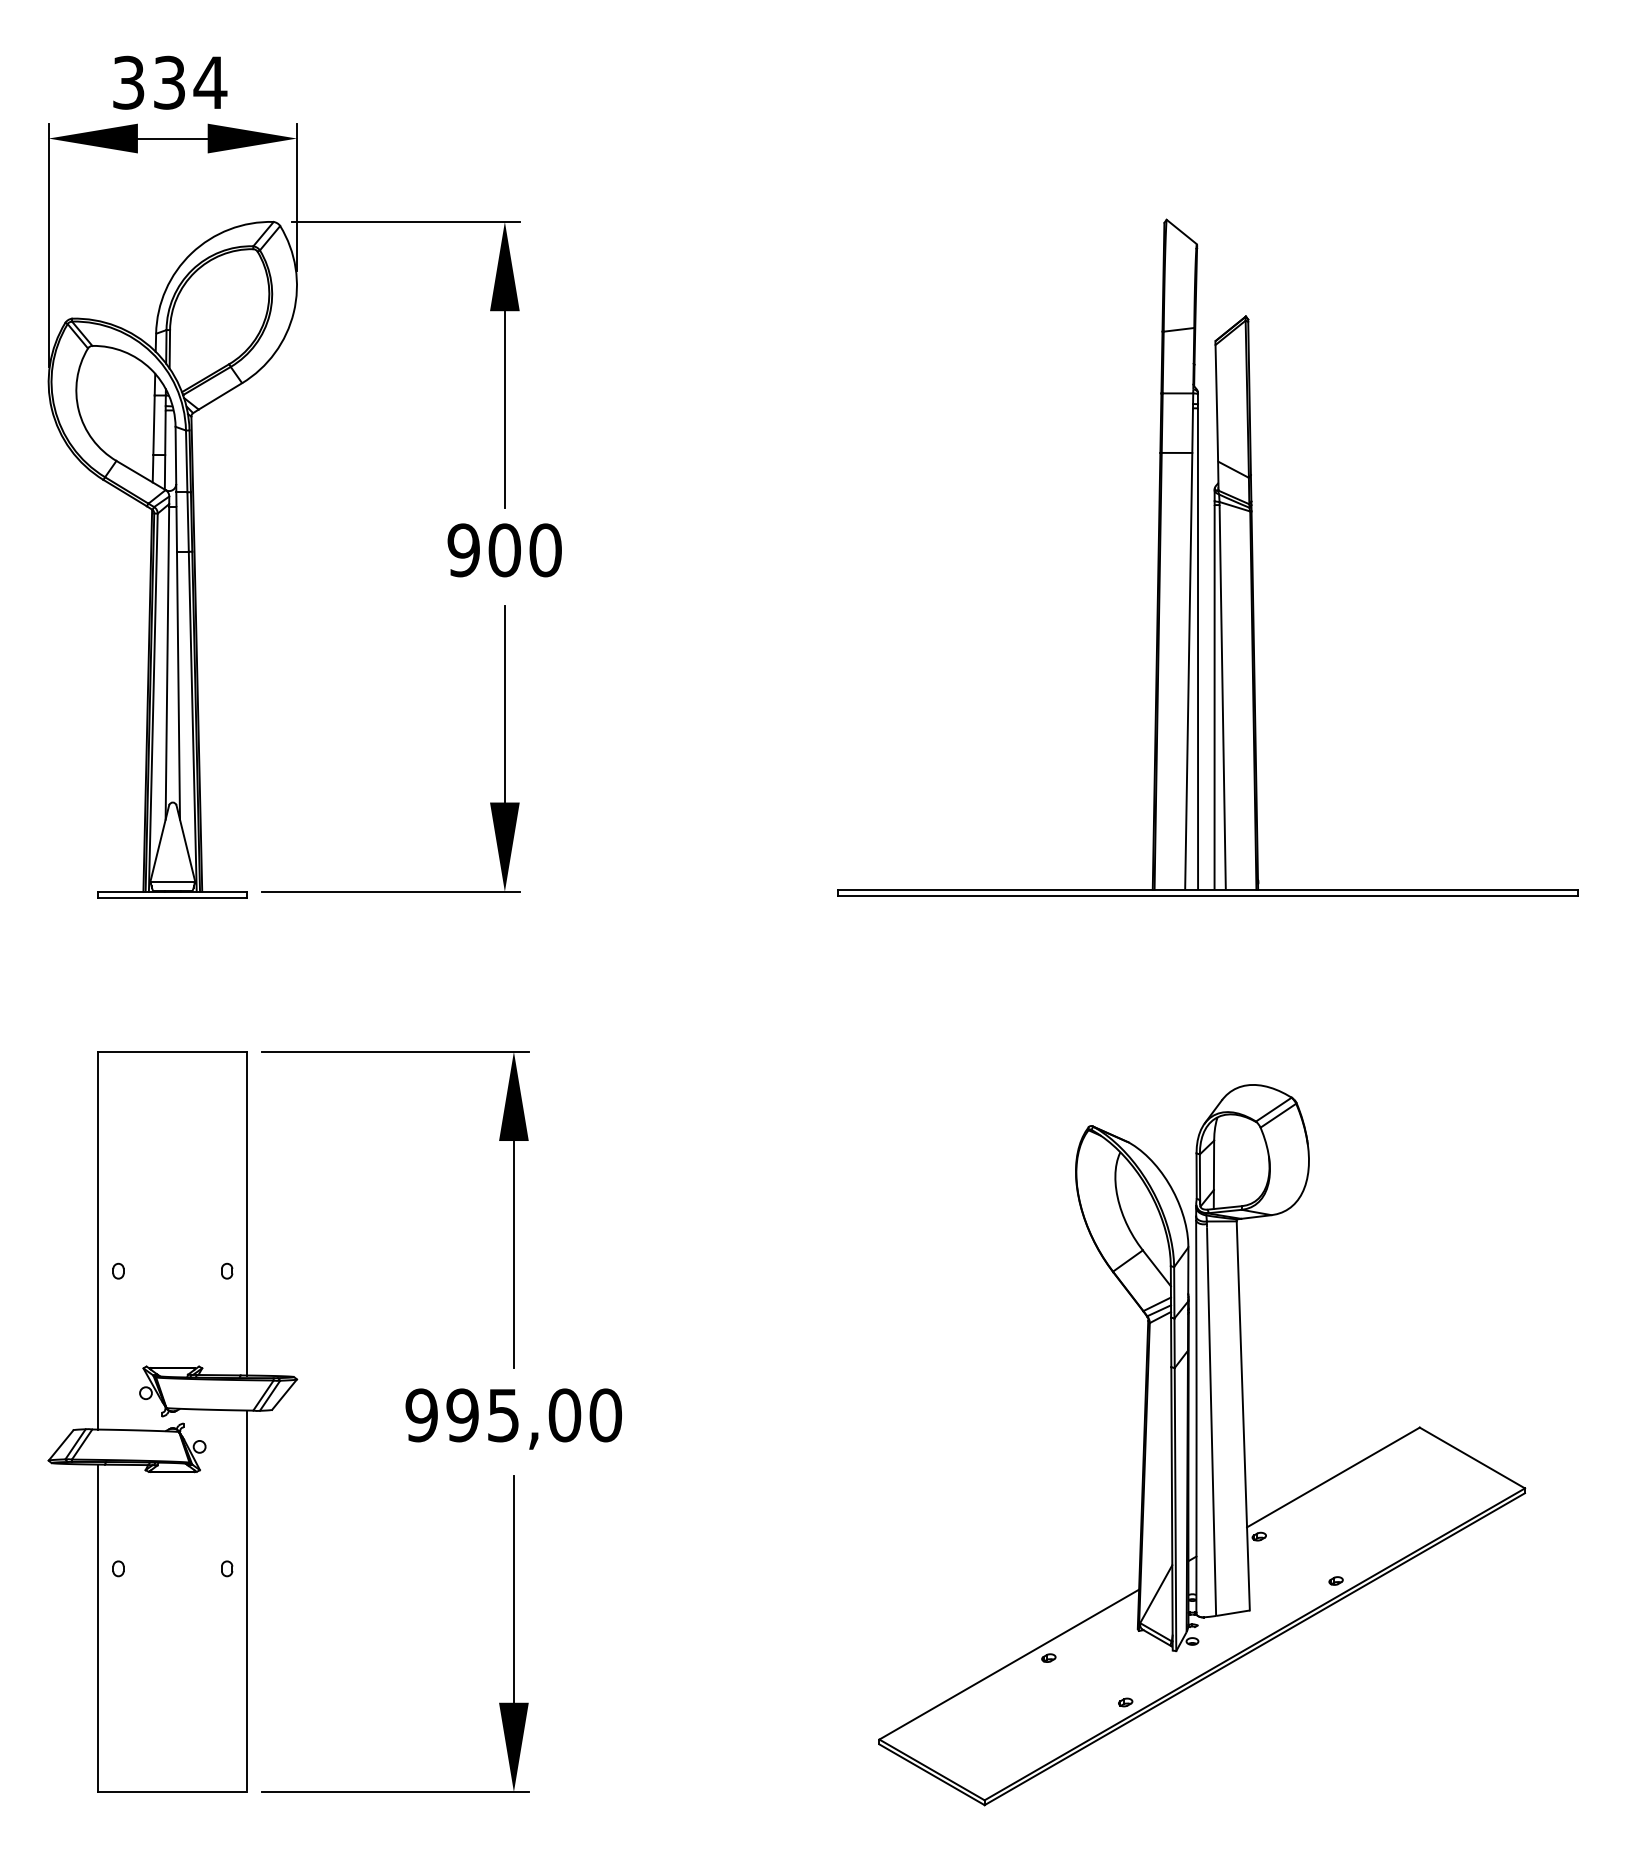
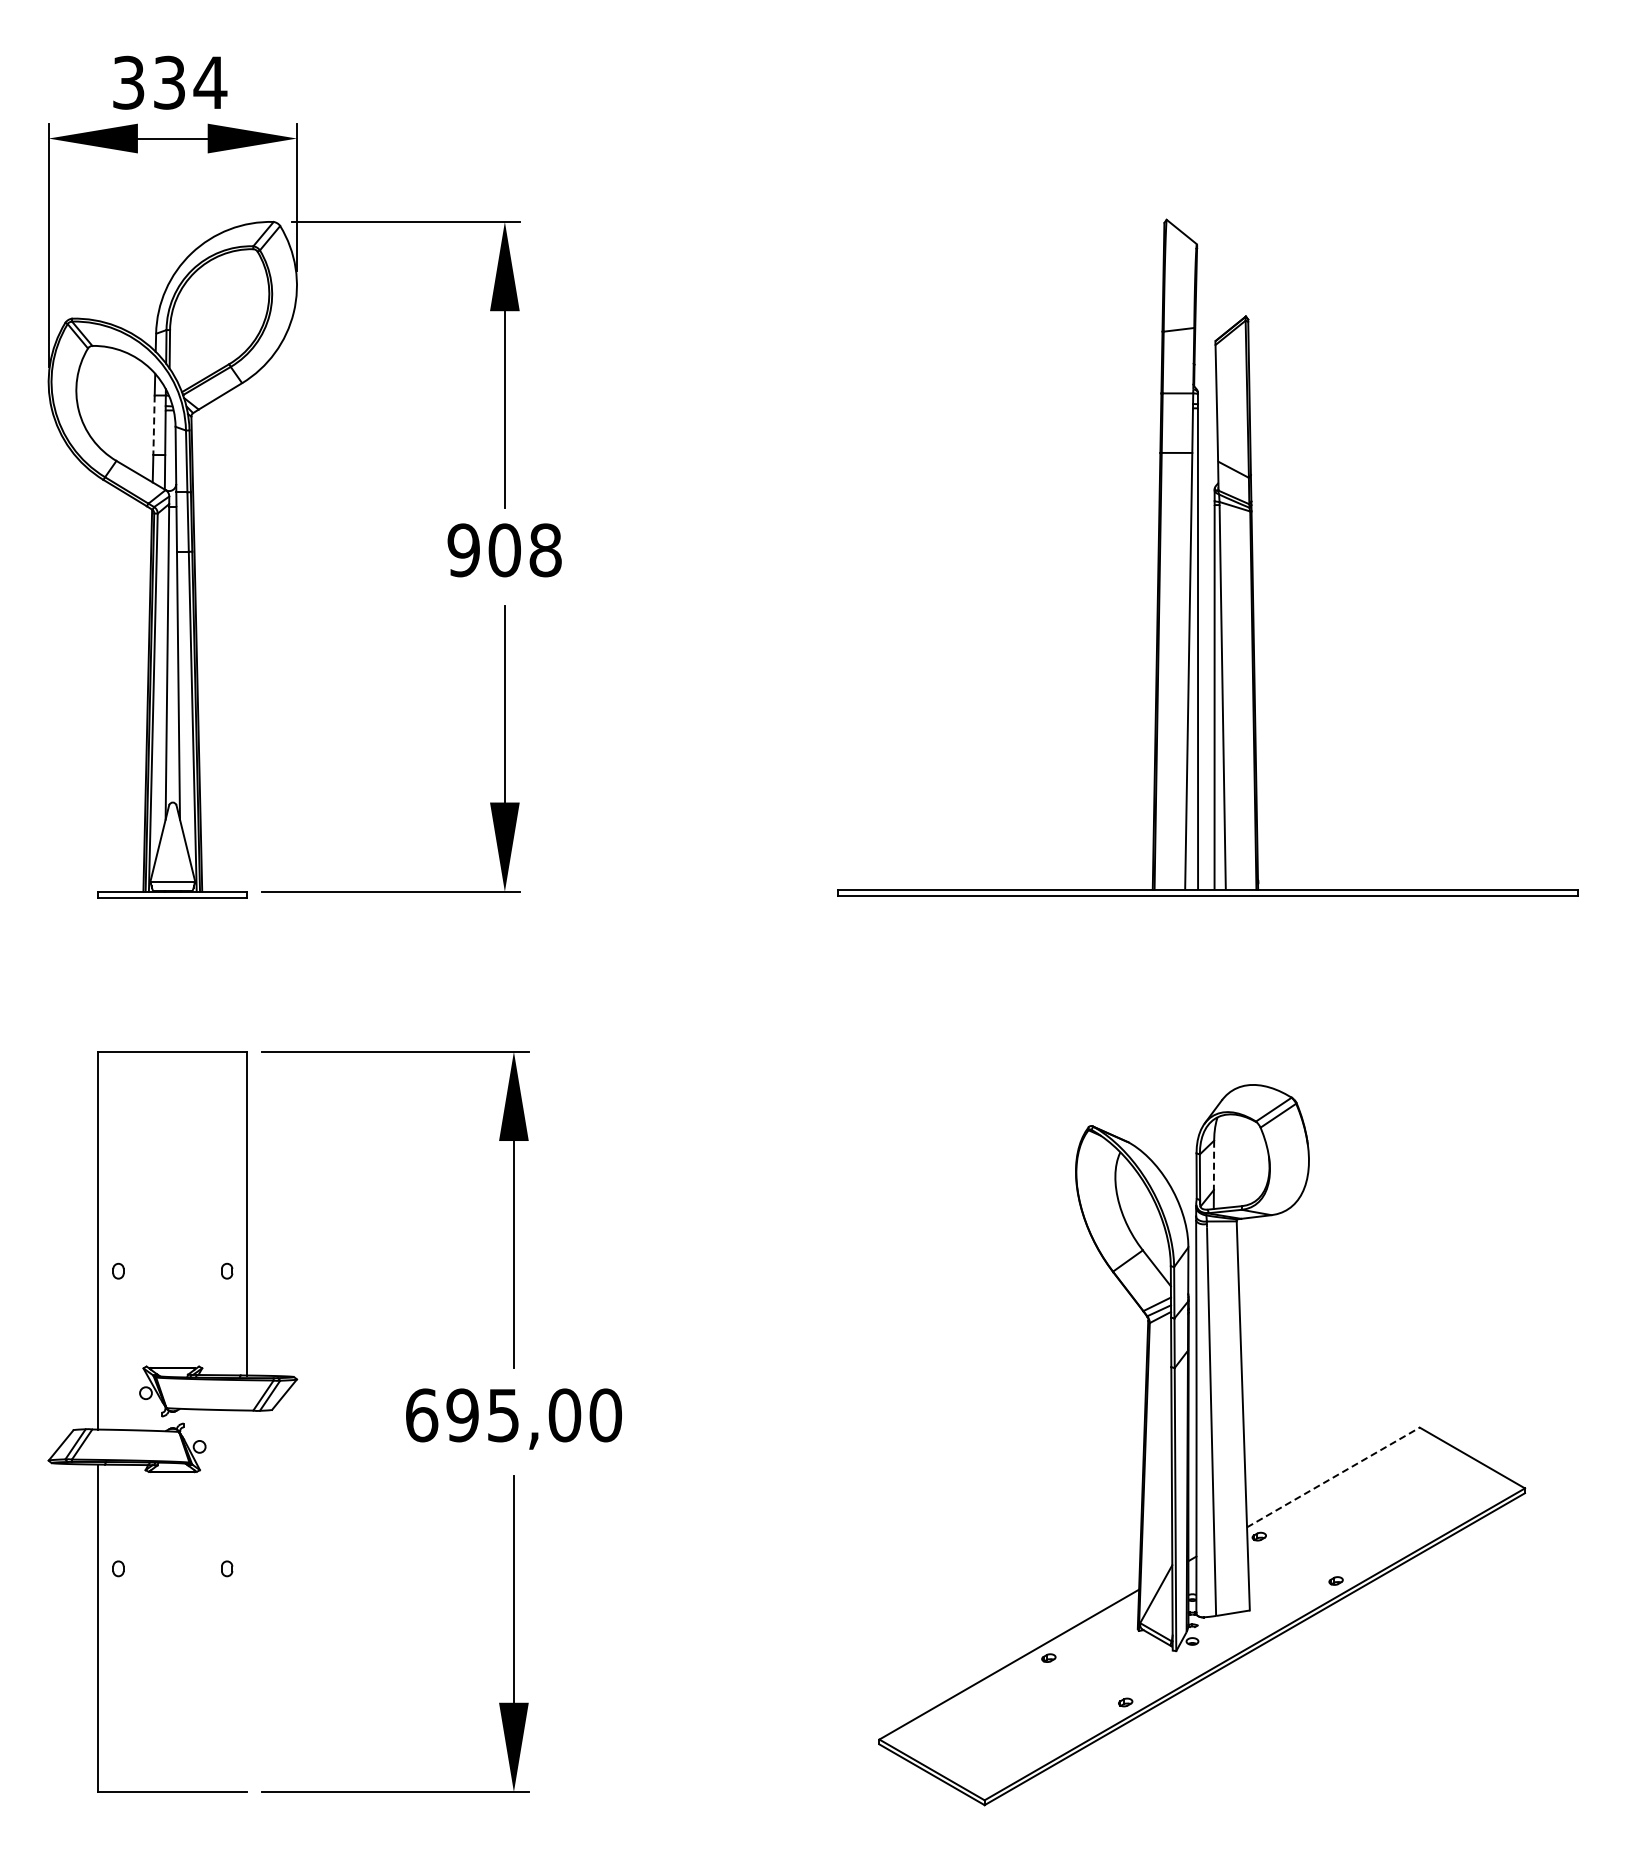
line at (154, 425): solid -> dashed
text at (545, 550): 900 -> 908
line at (1214, 1165): solid -> dashed
text at (421, 1415): 995,00 -> 695,00
line at (1333, 1477): solid -> dashed
line at (247, 1600): present -> none
